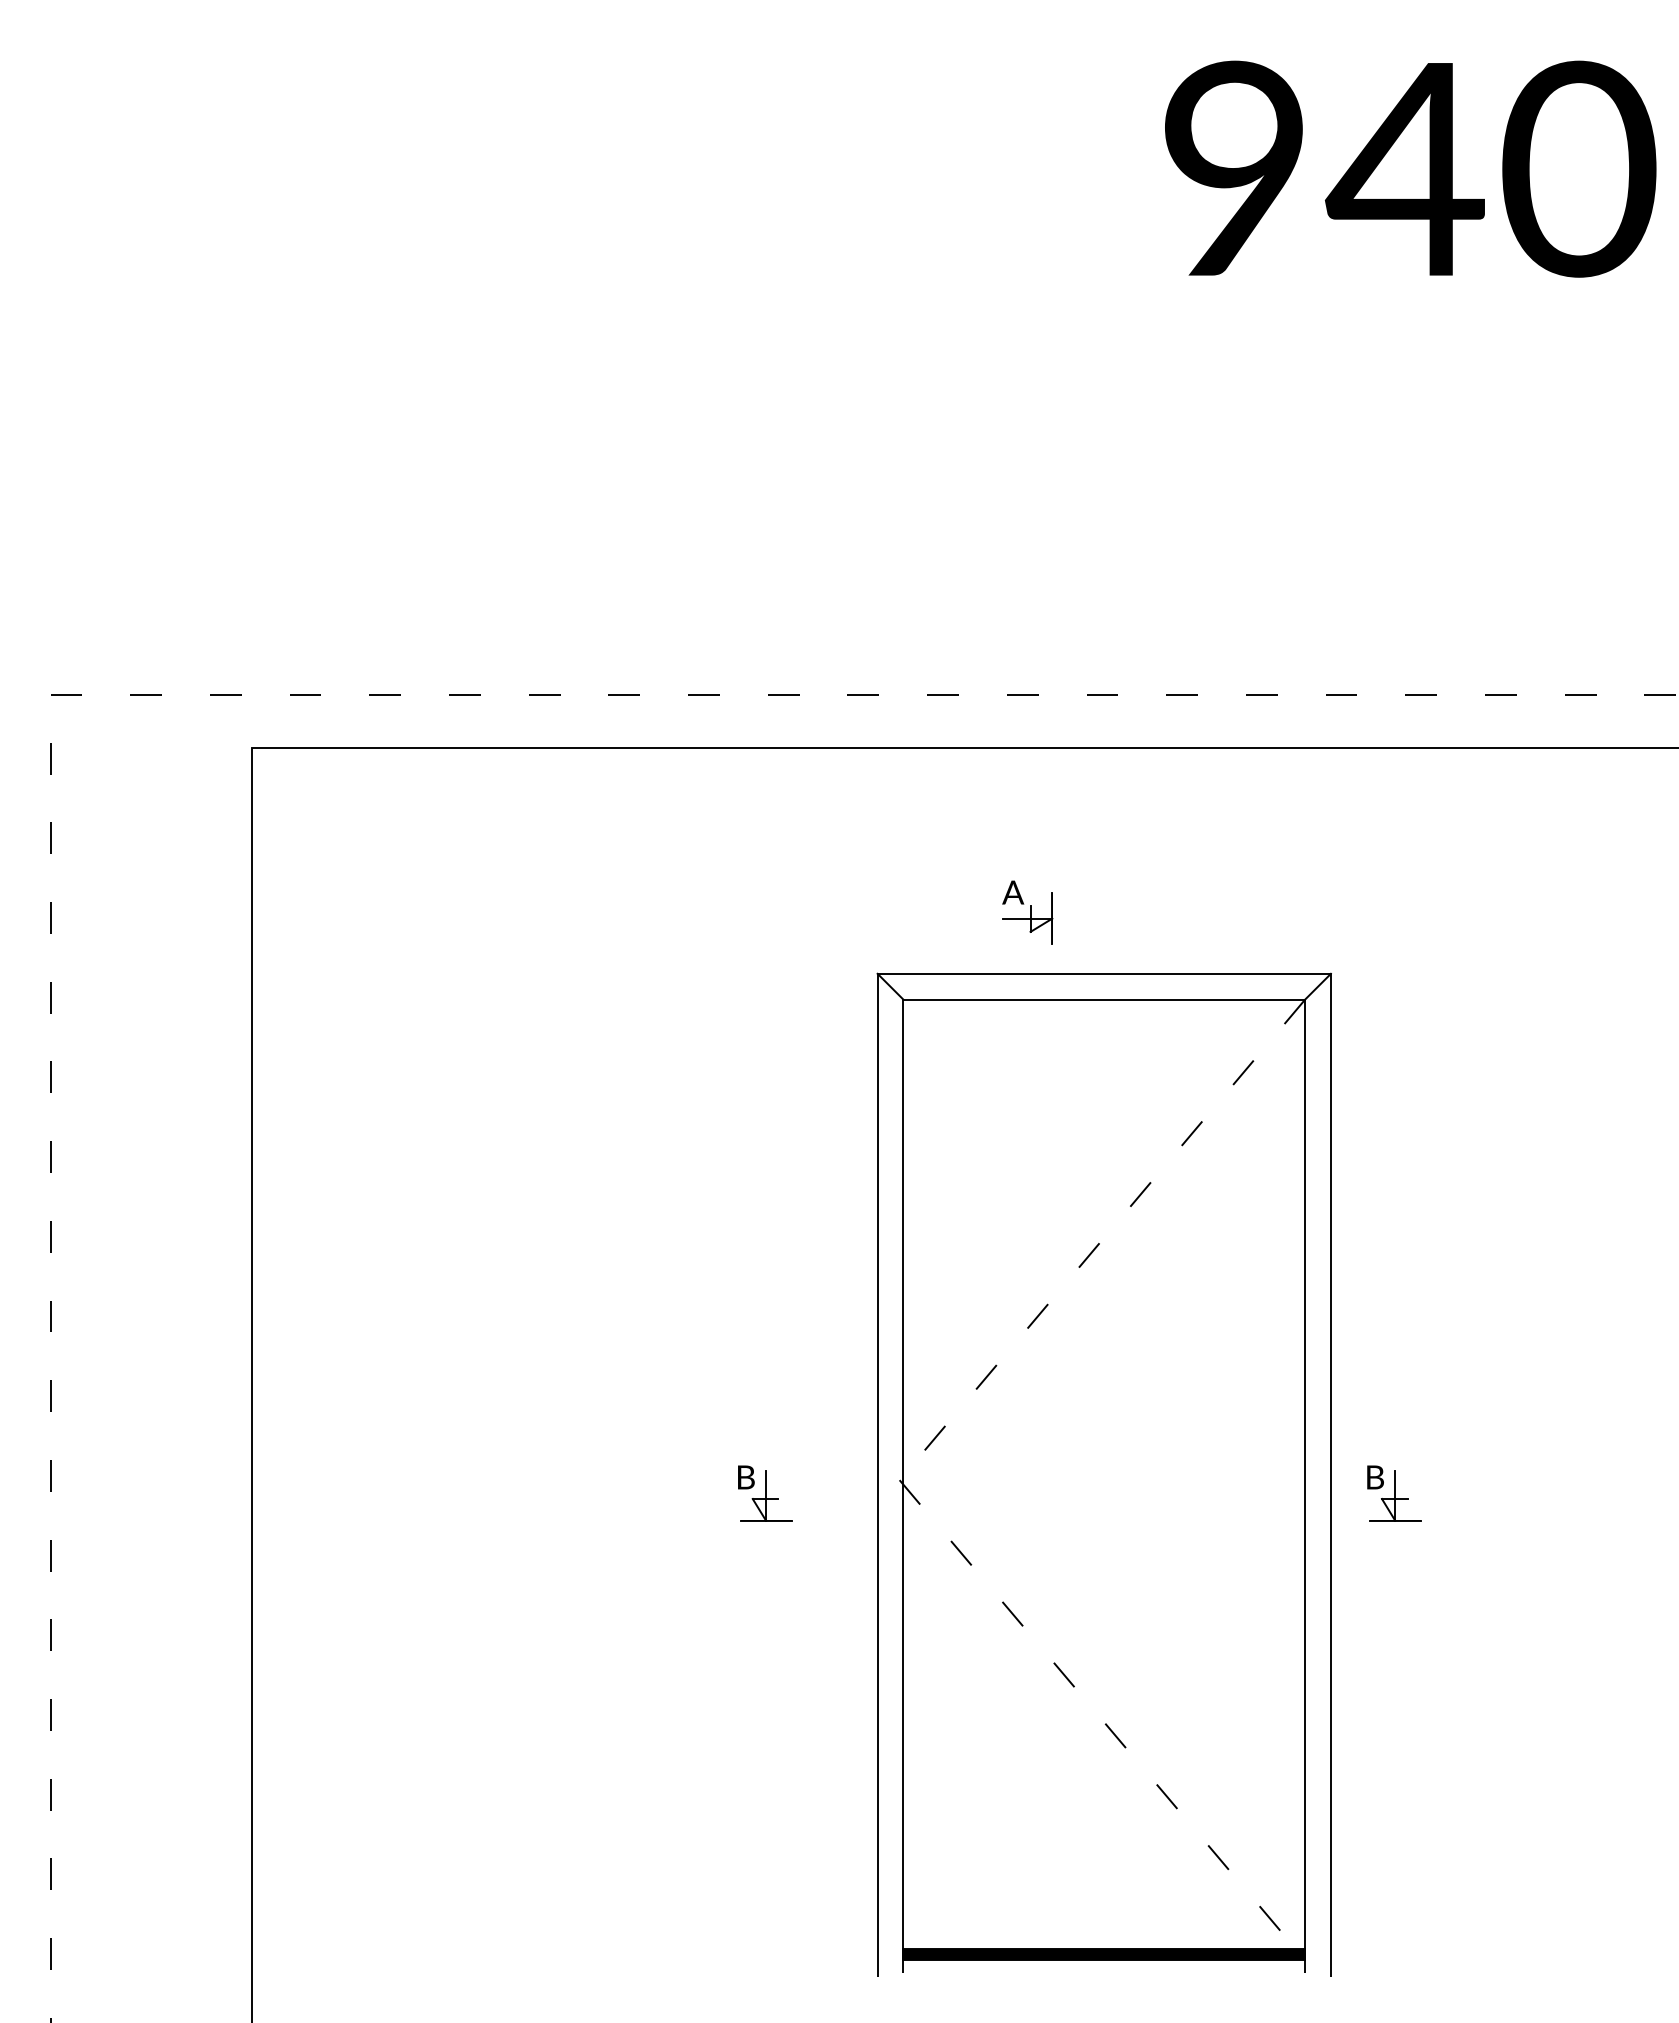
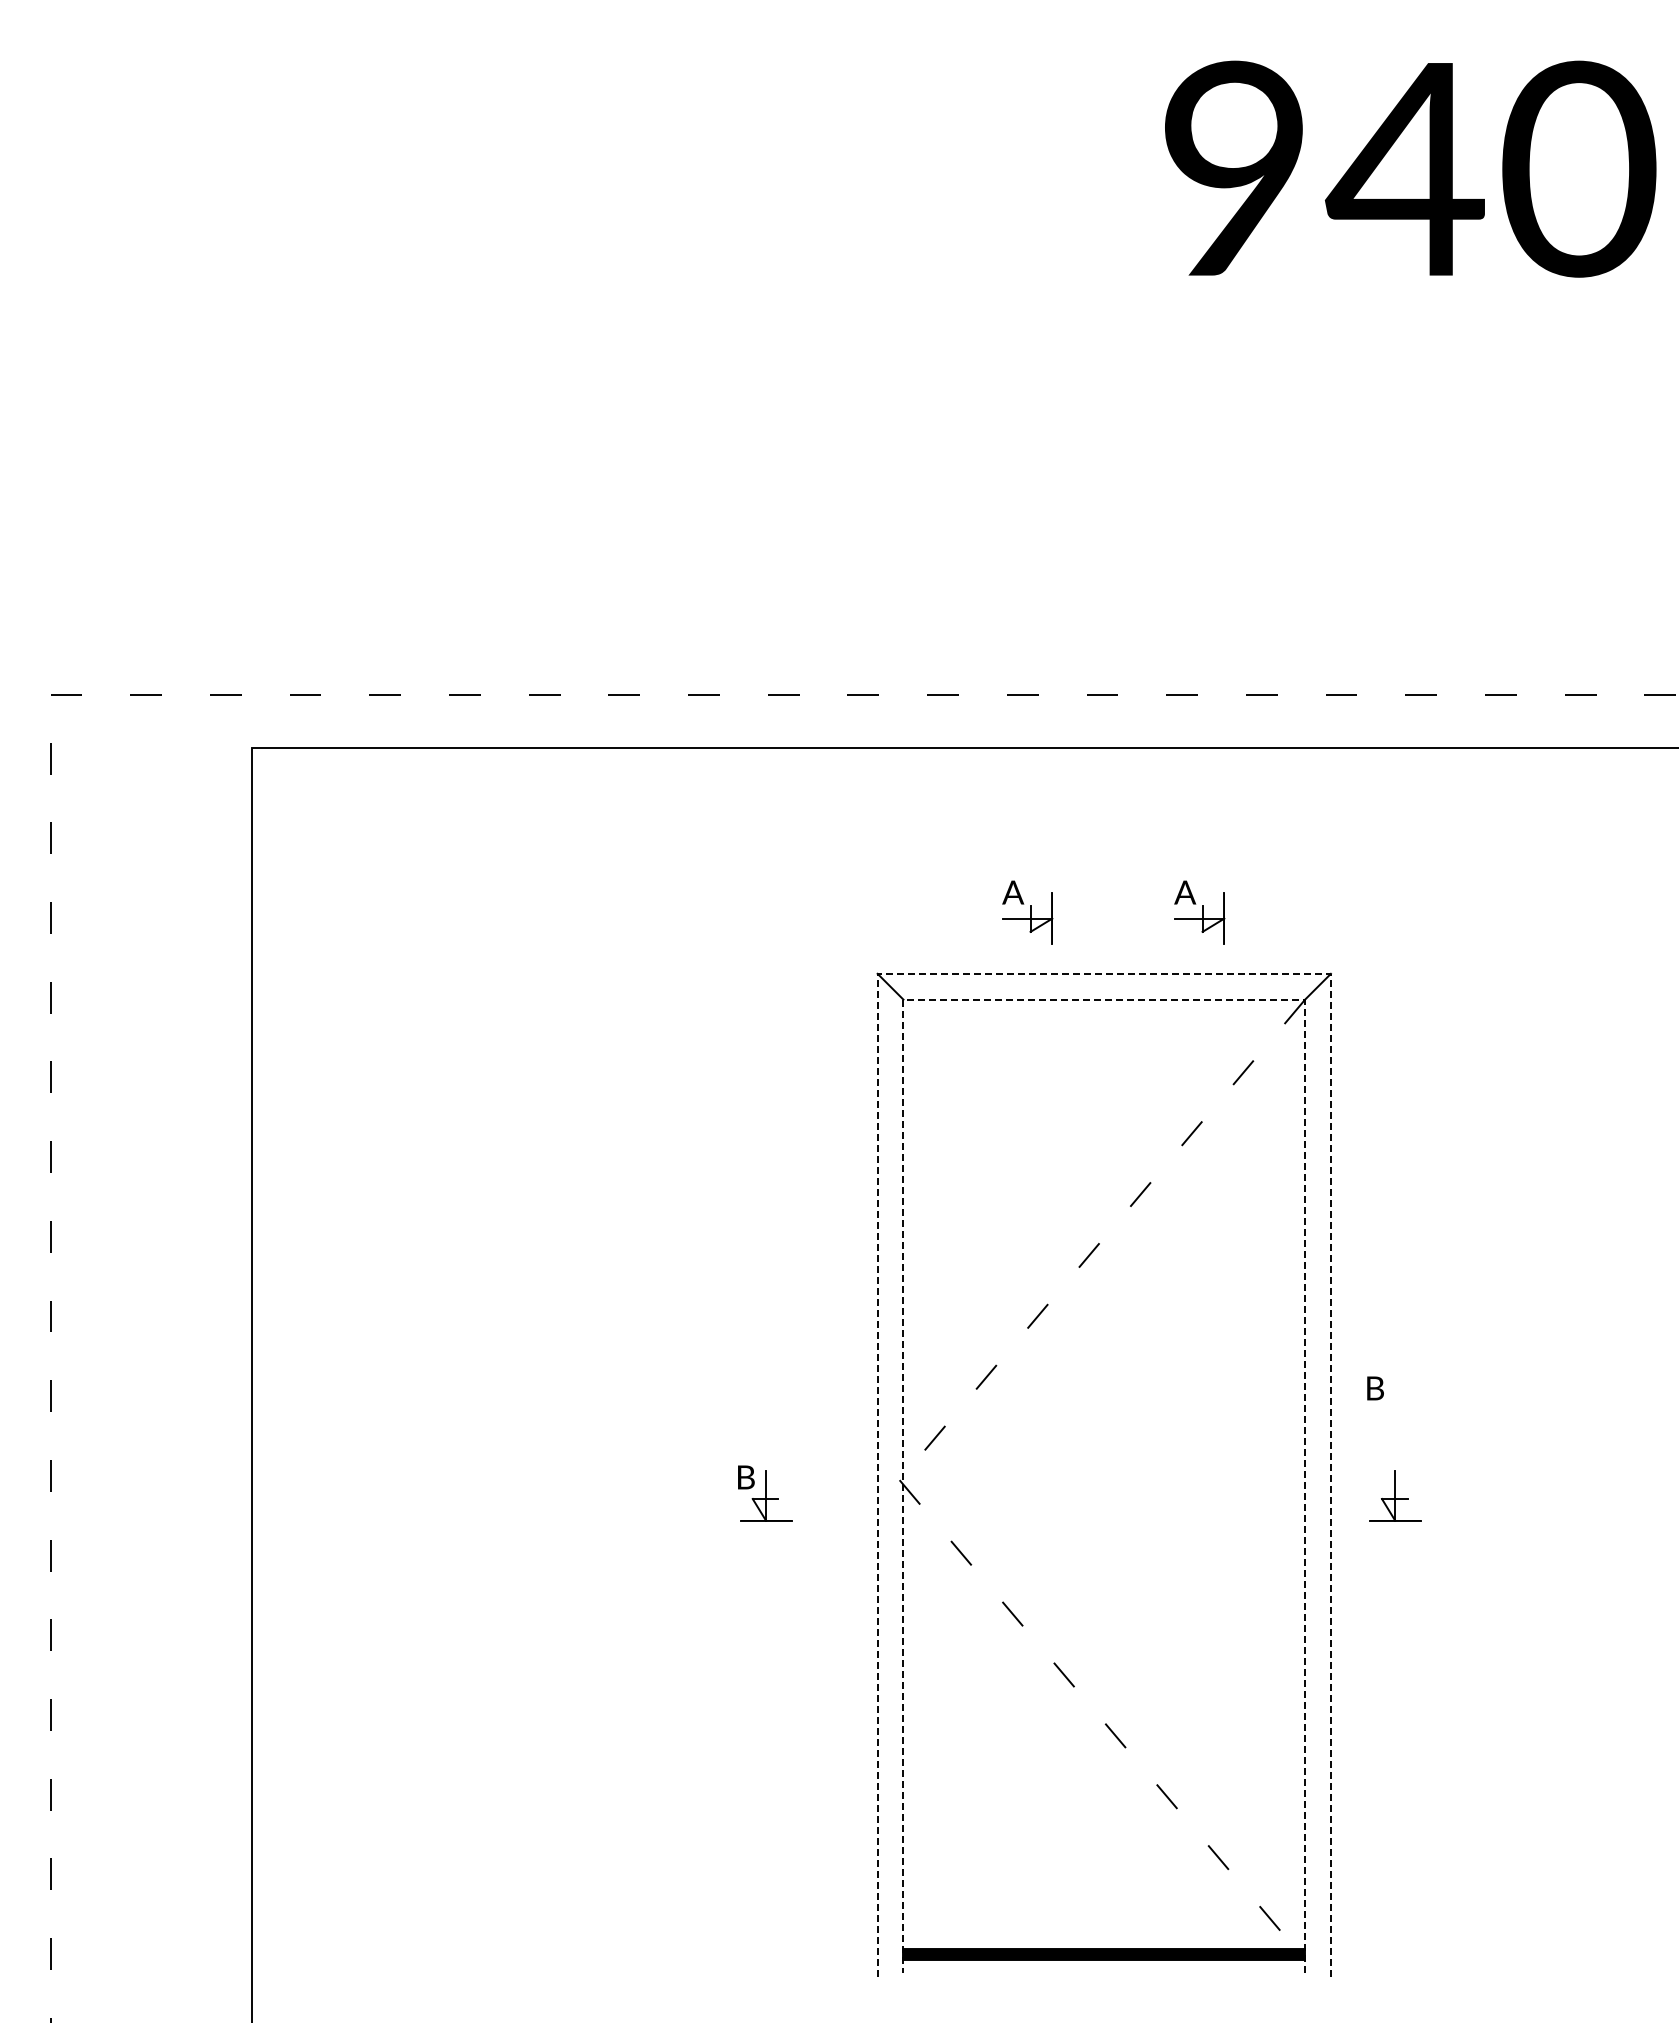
part at (1199, 912): none -> present
line at (1104, 973): solid -> dashed
line at (1104, 999): solid -> dashed
text at (1375, 1477) position: (1375, 1477) -> (1375, 1388)
